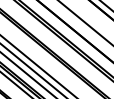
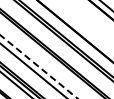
line at (85, 22): present -> none
line at (38, 66): solid -> dashed
line at (27, 74): present -> none
